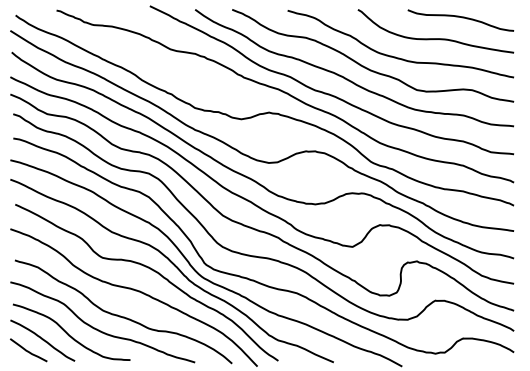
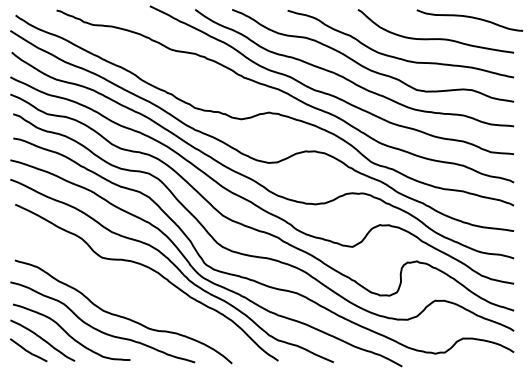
curve at (462, 18) position: (462, 18) -> (471, 18)
curve at (135, 291): present -> none
